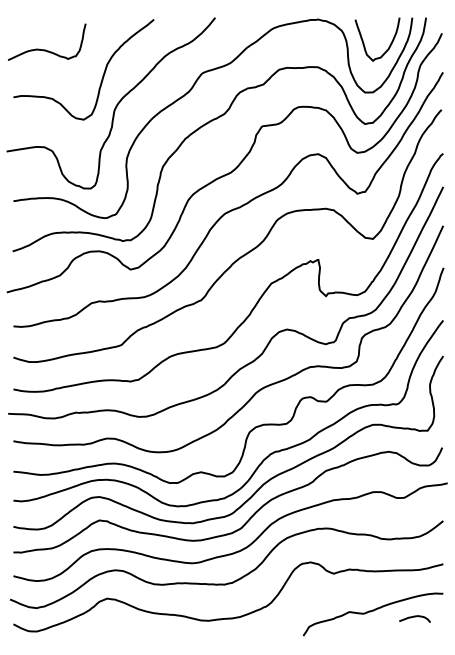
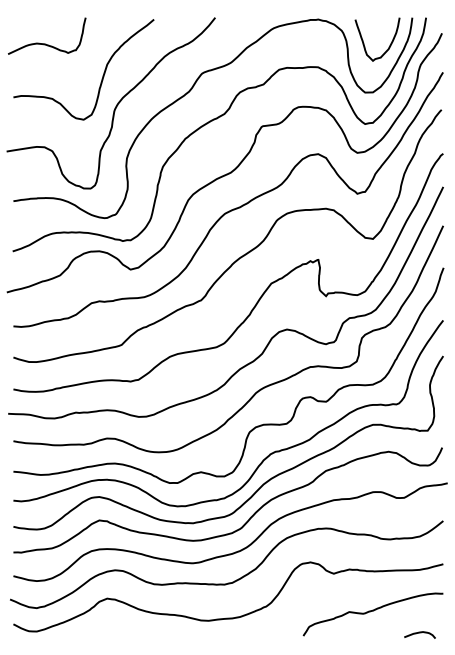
curve at (45, 49) position: (45, 49) -> (45, 43)
curve at (414, 617) position: (414, 617) -> (419, 633)
